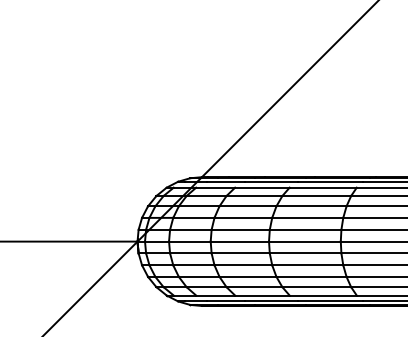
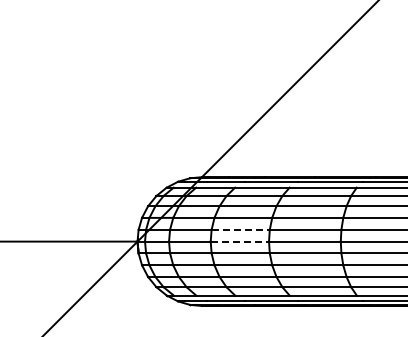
line at (241, 229): solid -> dashed
line at (240, 241): solid -> dashed
